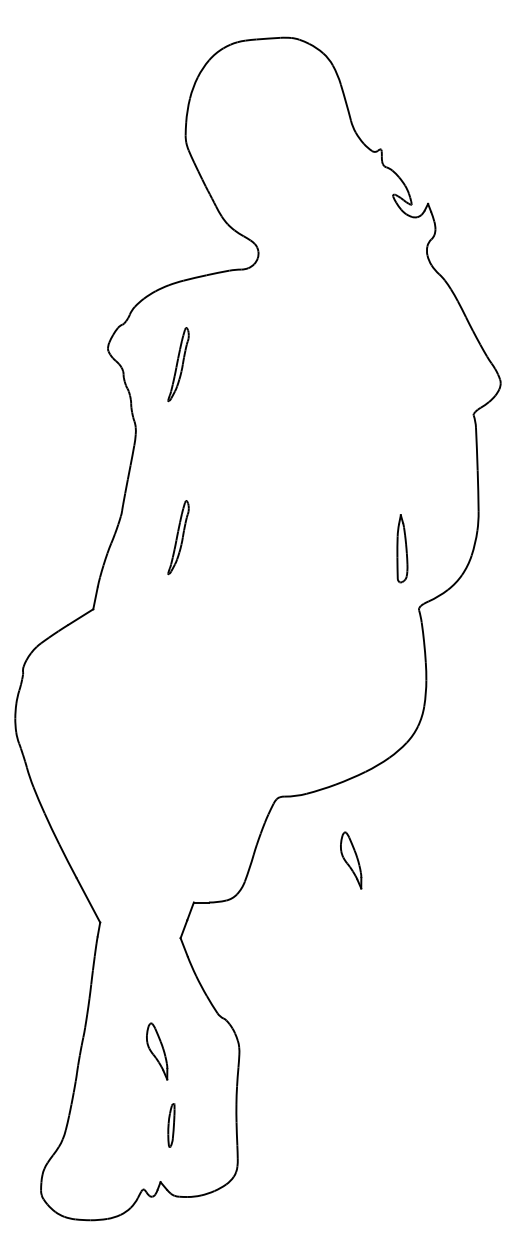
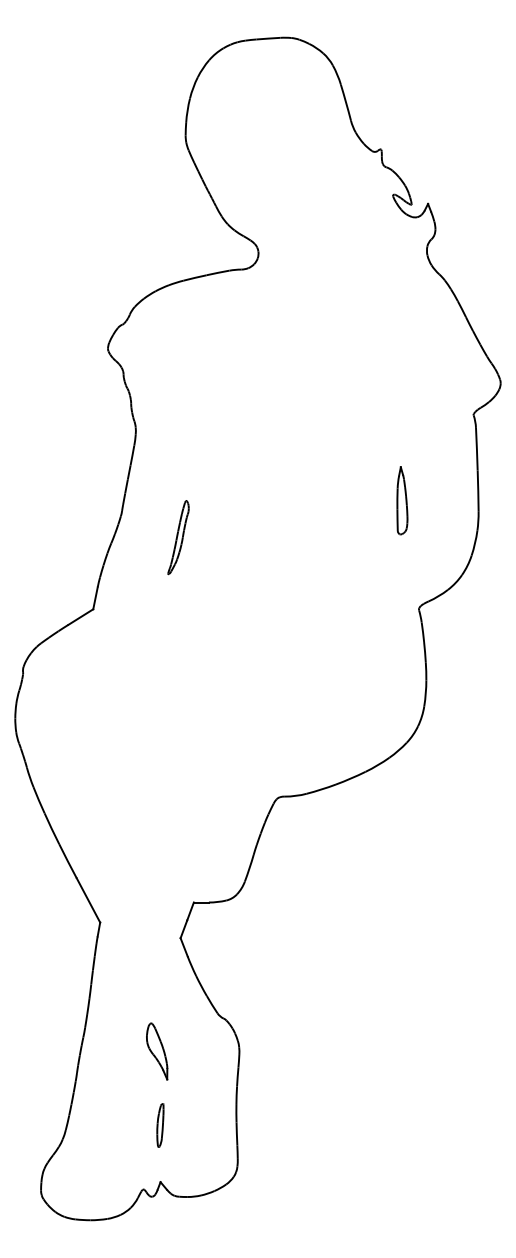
part at (178, 364): present -> none
part at (402, 548) position: (402, 548) -> (402, 500)
part at (351, 860): present -> none
part at (171, 1125) position: (171, 1125) -> (160, 1125)
